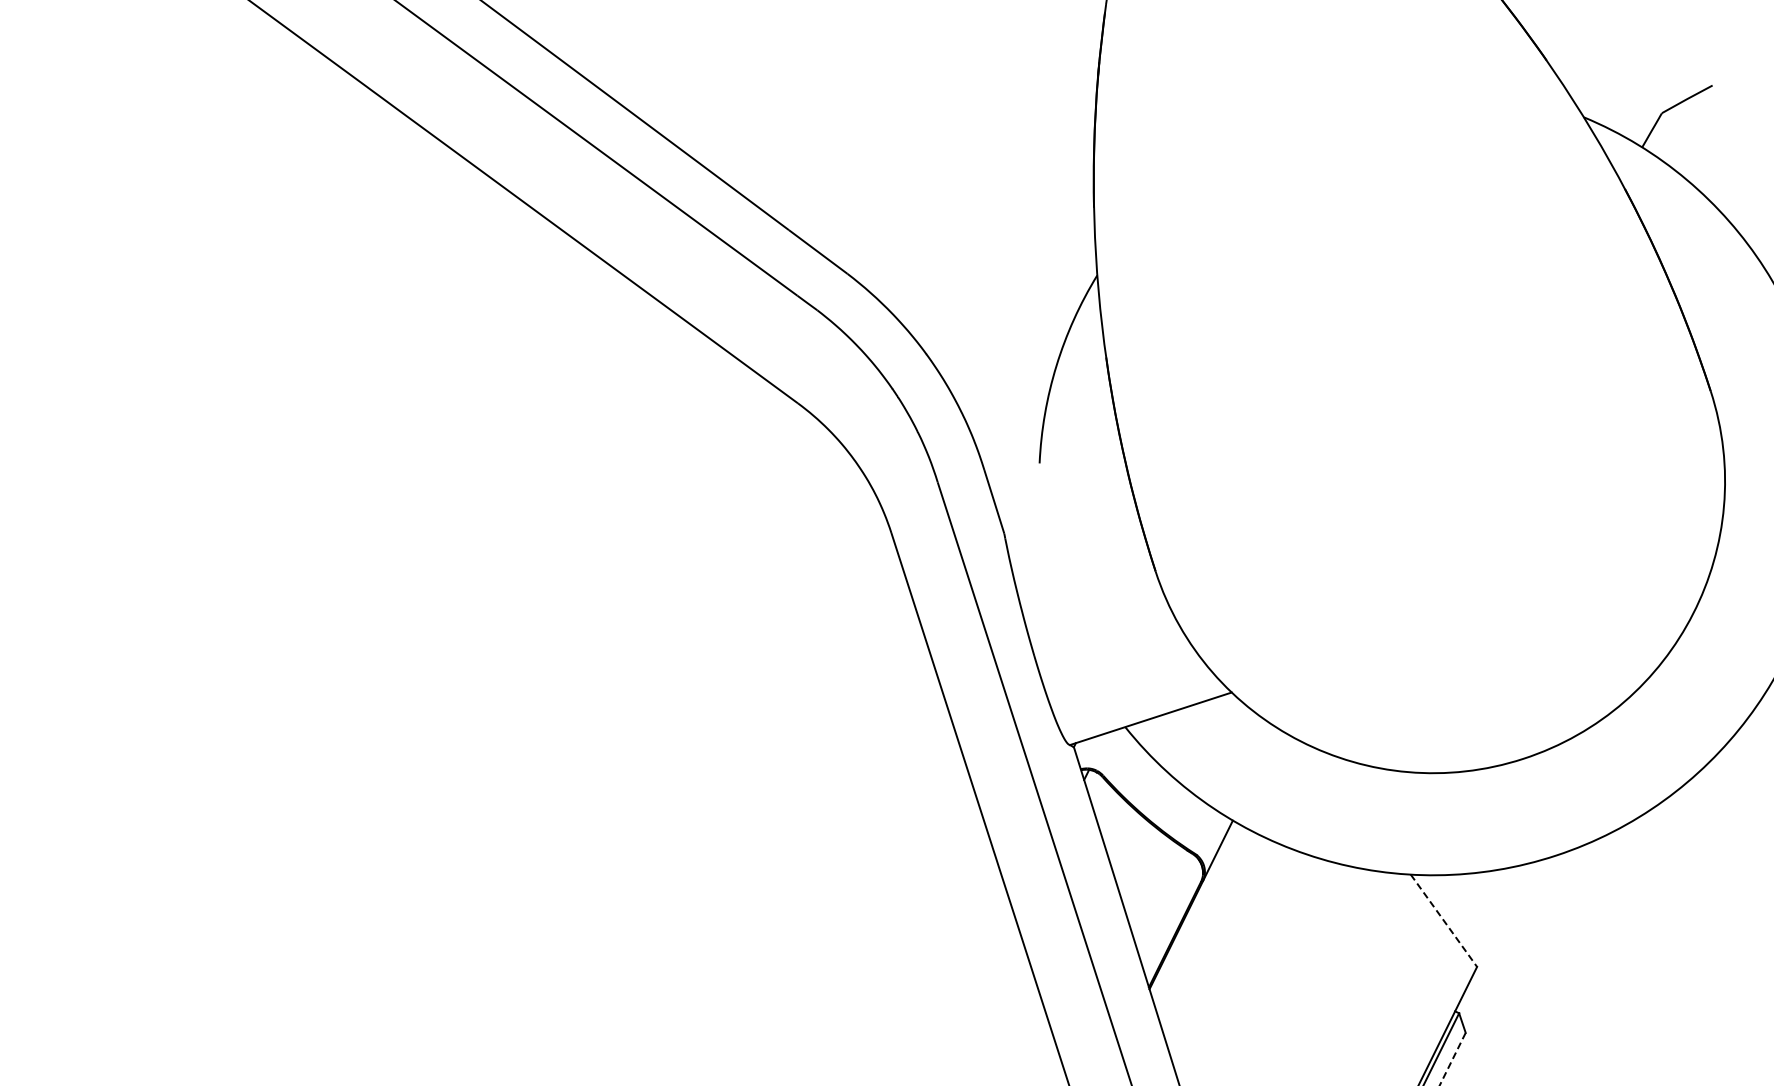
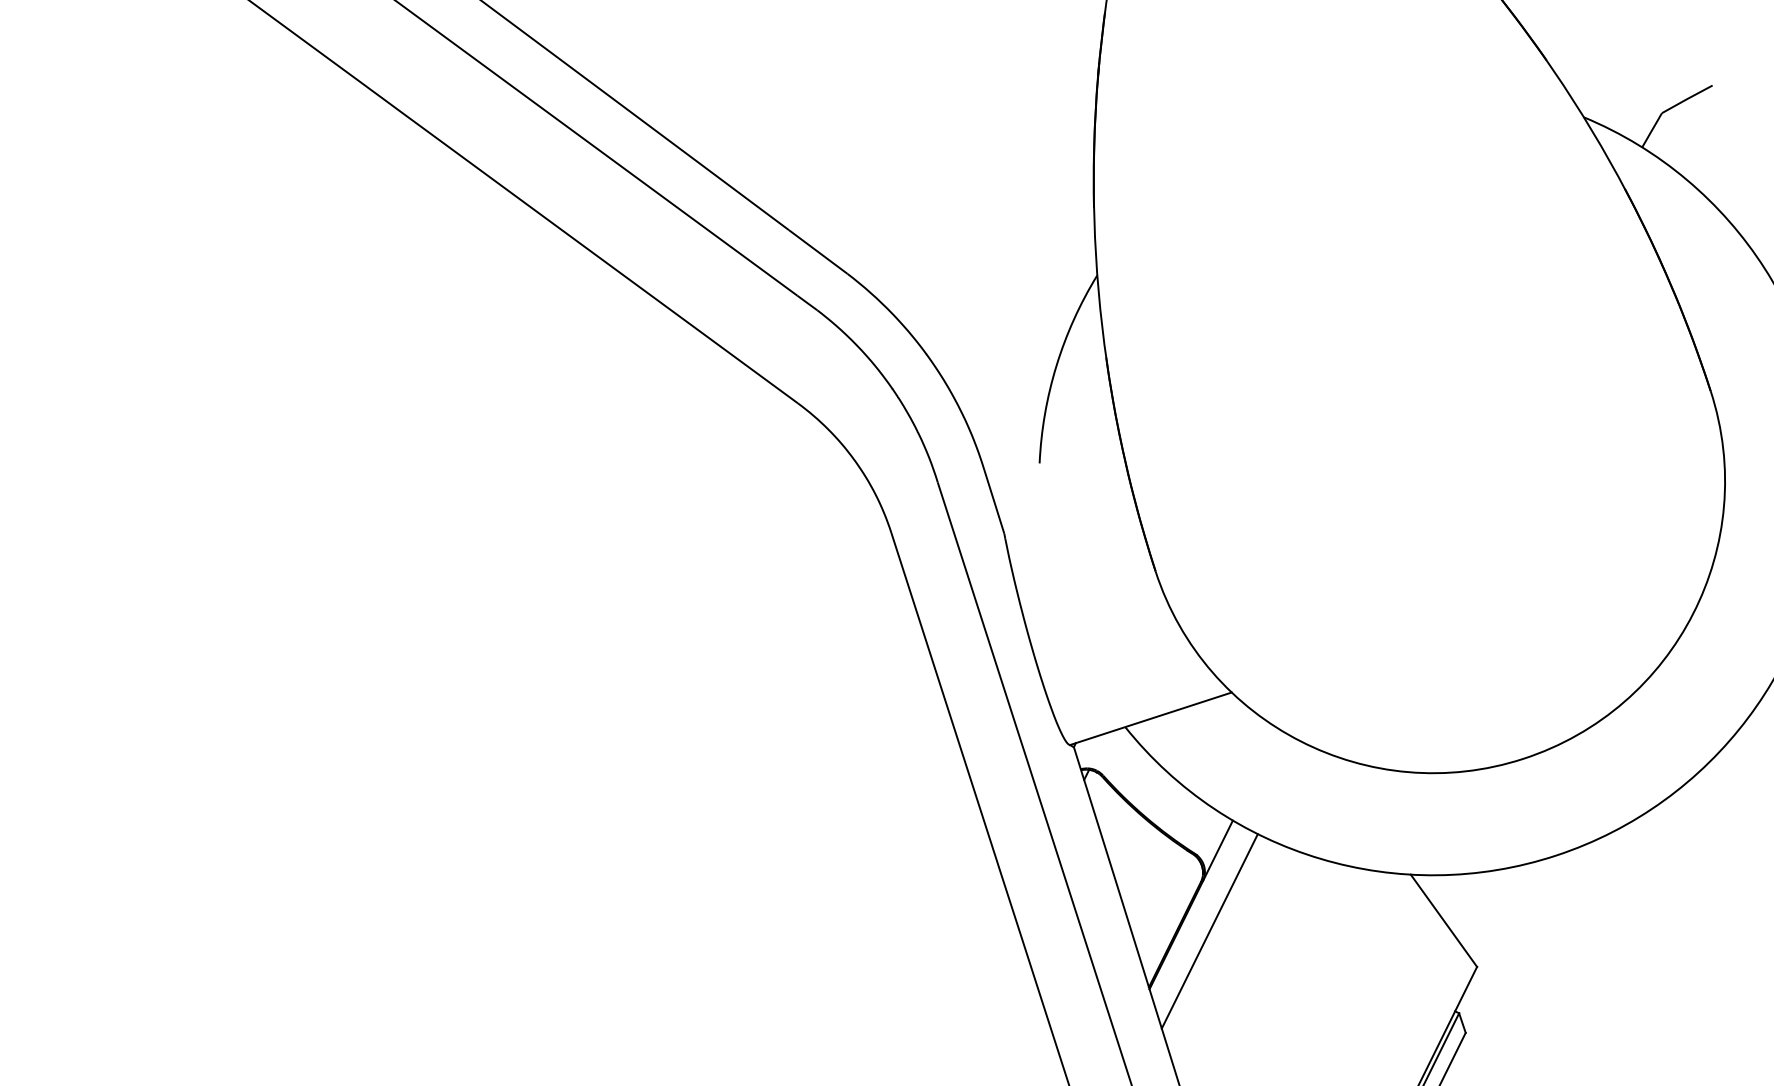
line at (1443, 920): dashed -> solid
line at (1209, 931): none -> present
line at (1452, 1059): dashed -> solid
